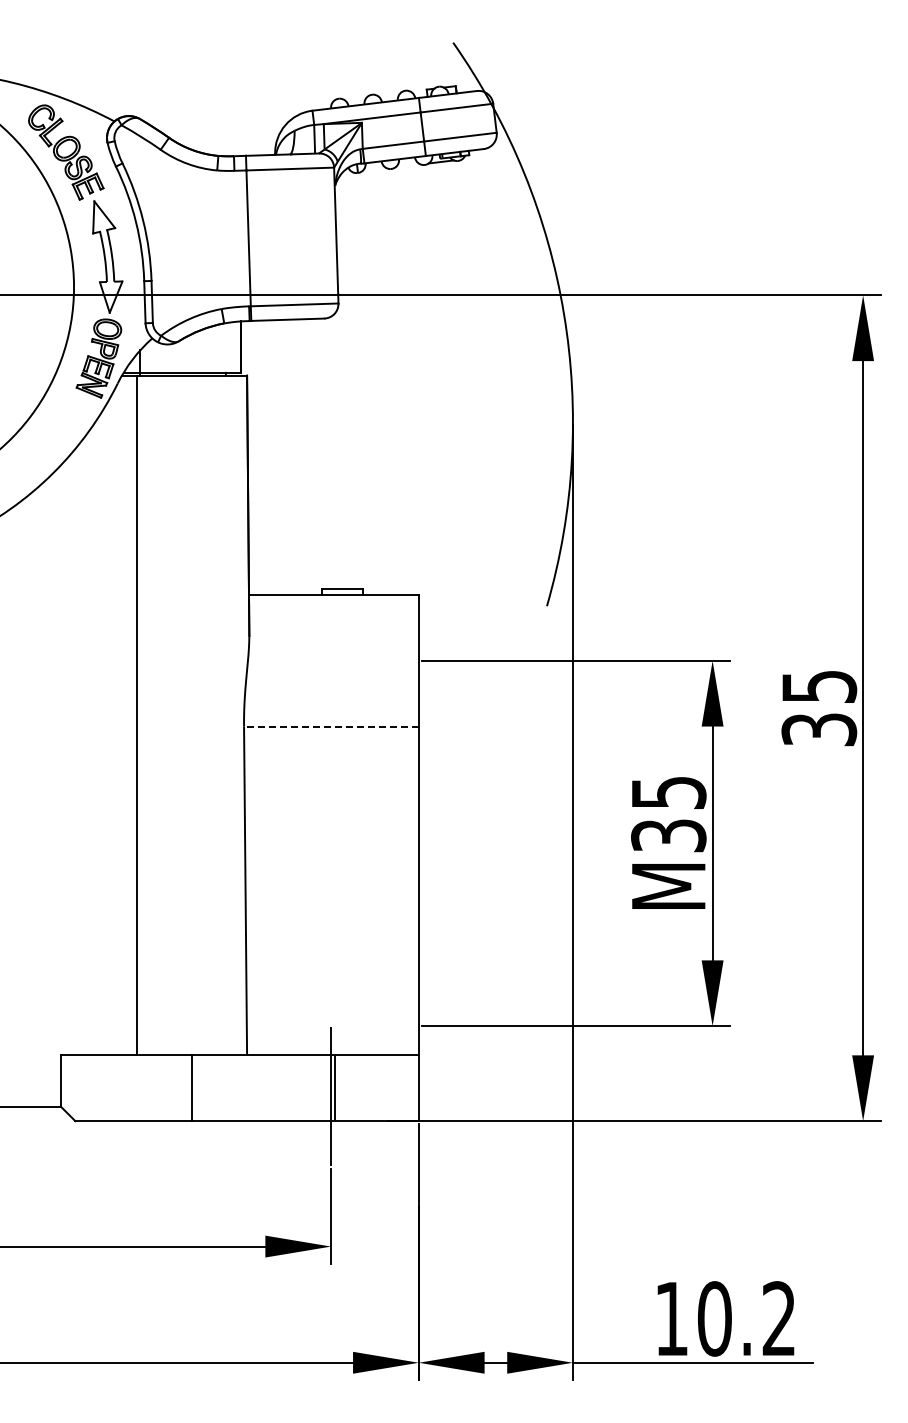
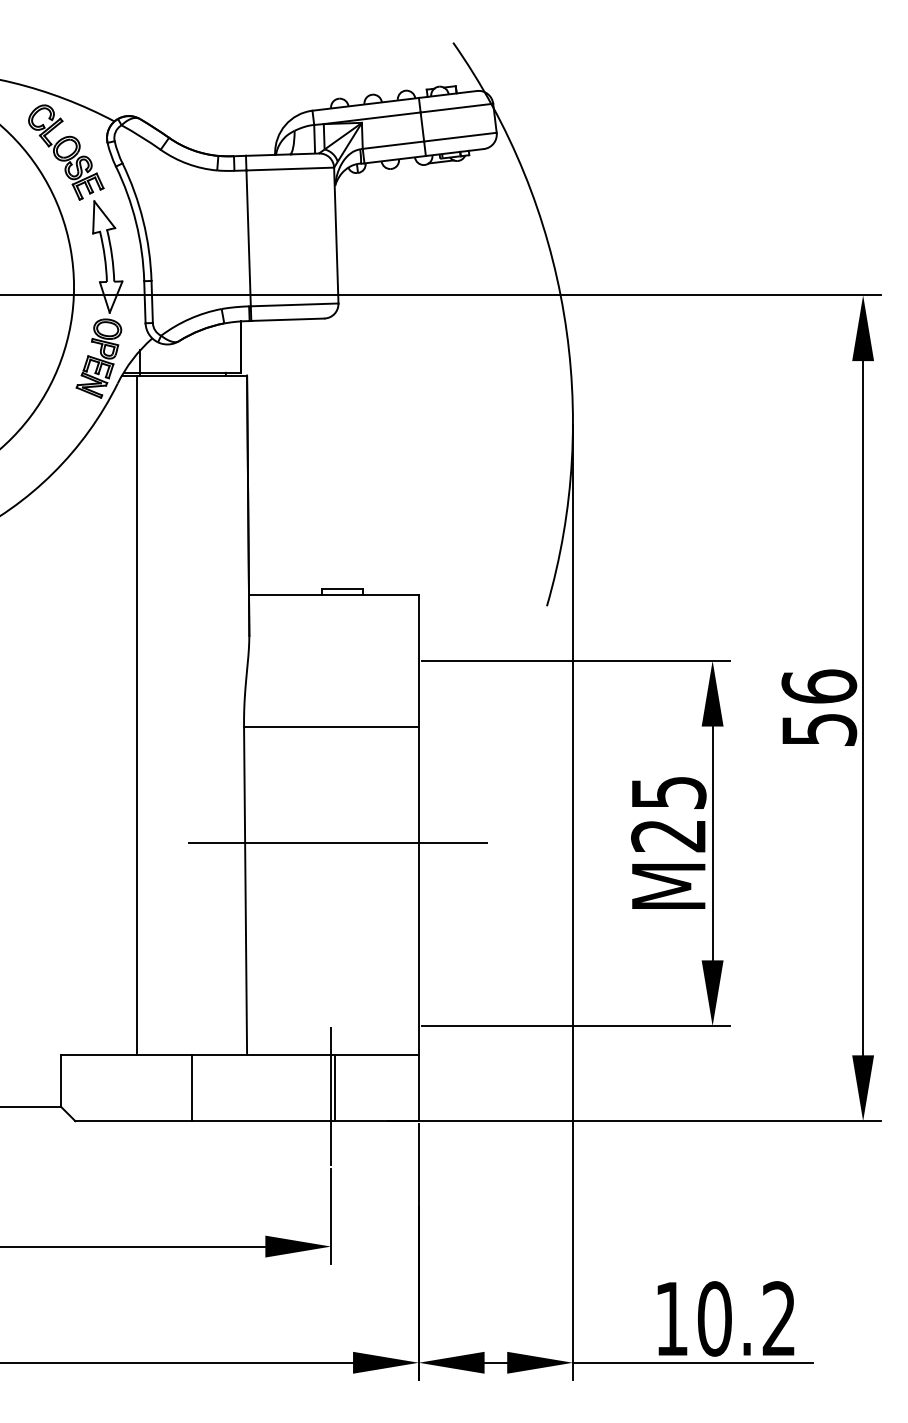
text at (819, 707): 35 -> 56
line at (330, 726): dashed -> solid
text at (668, 835): M35 -> M25
line at (337, 843): none -> present
